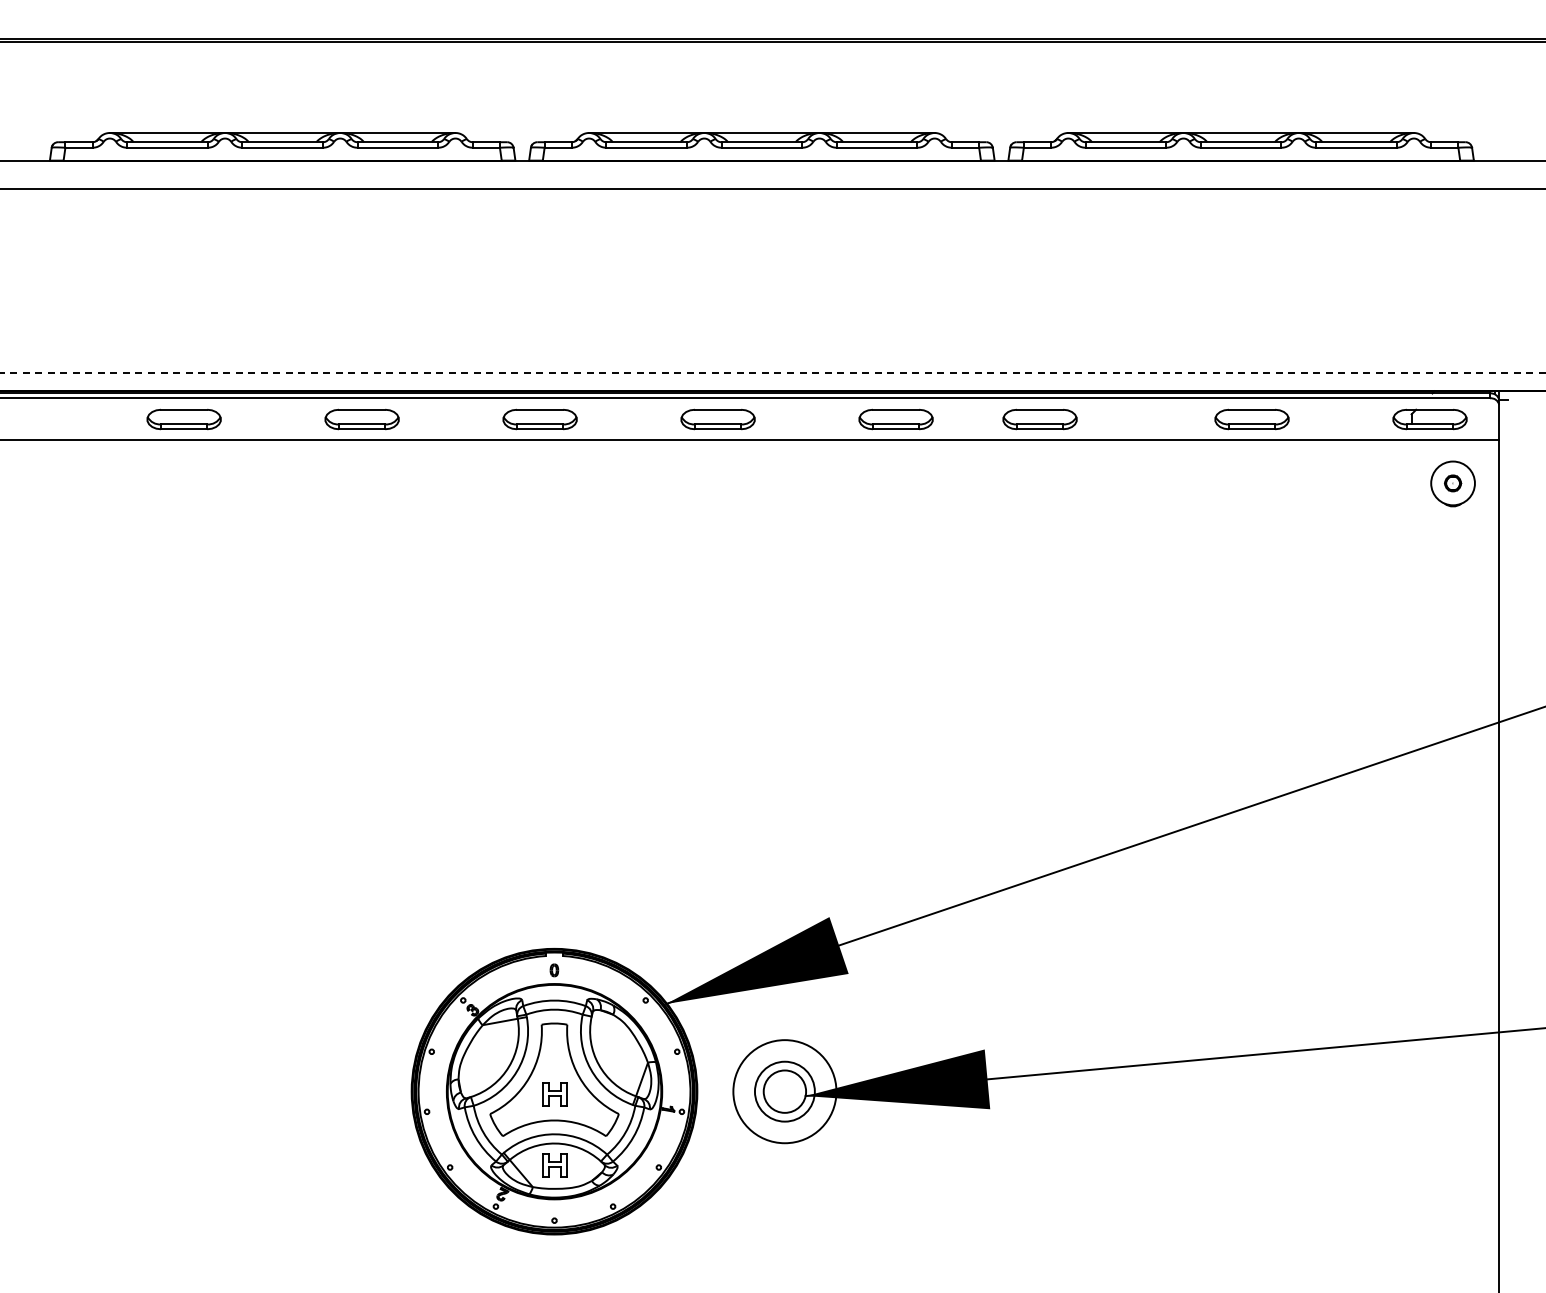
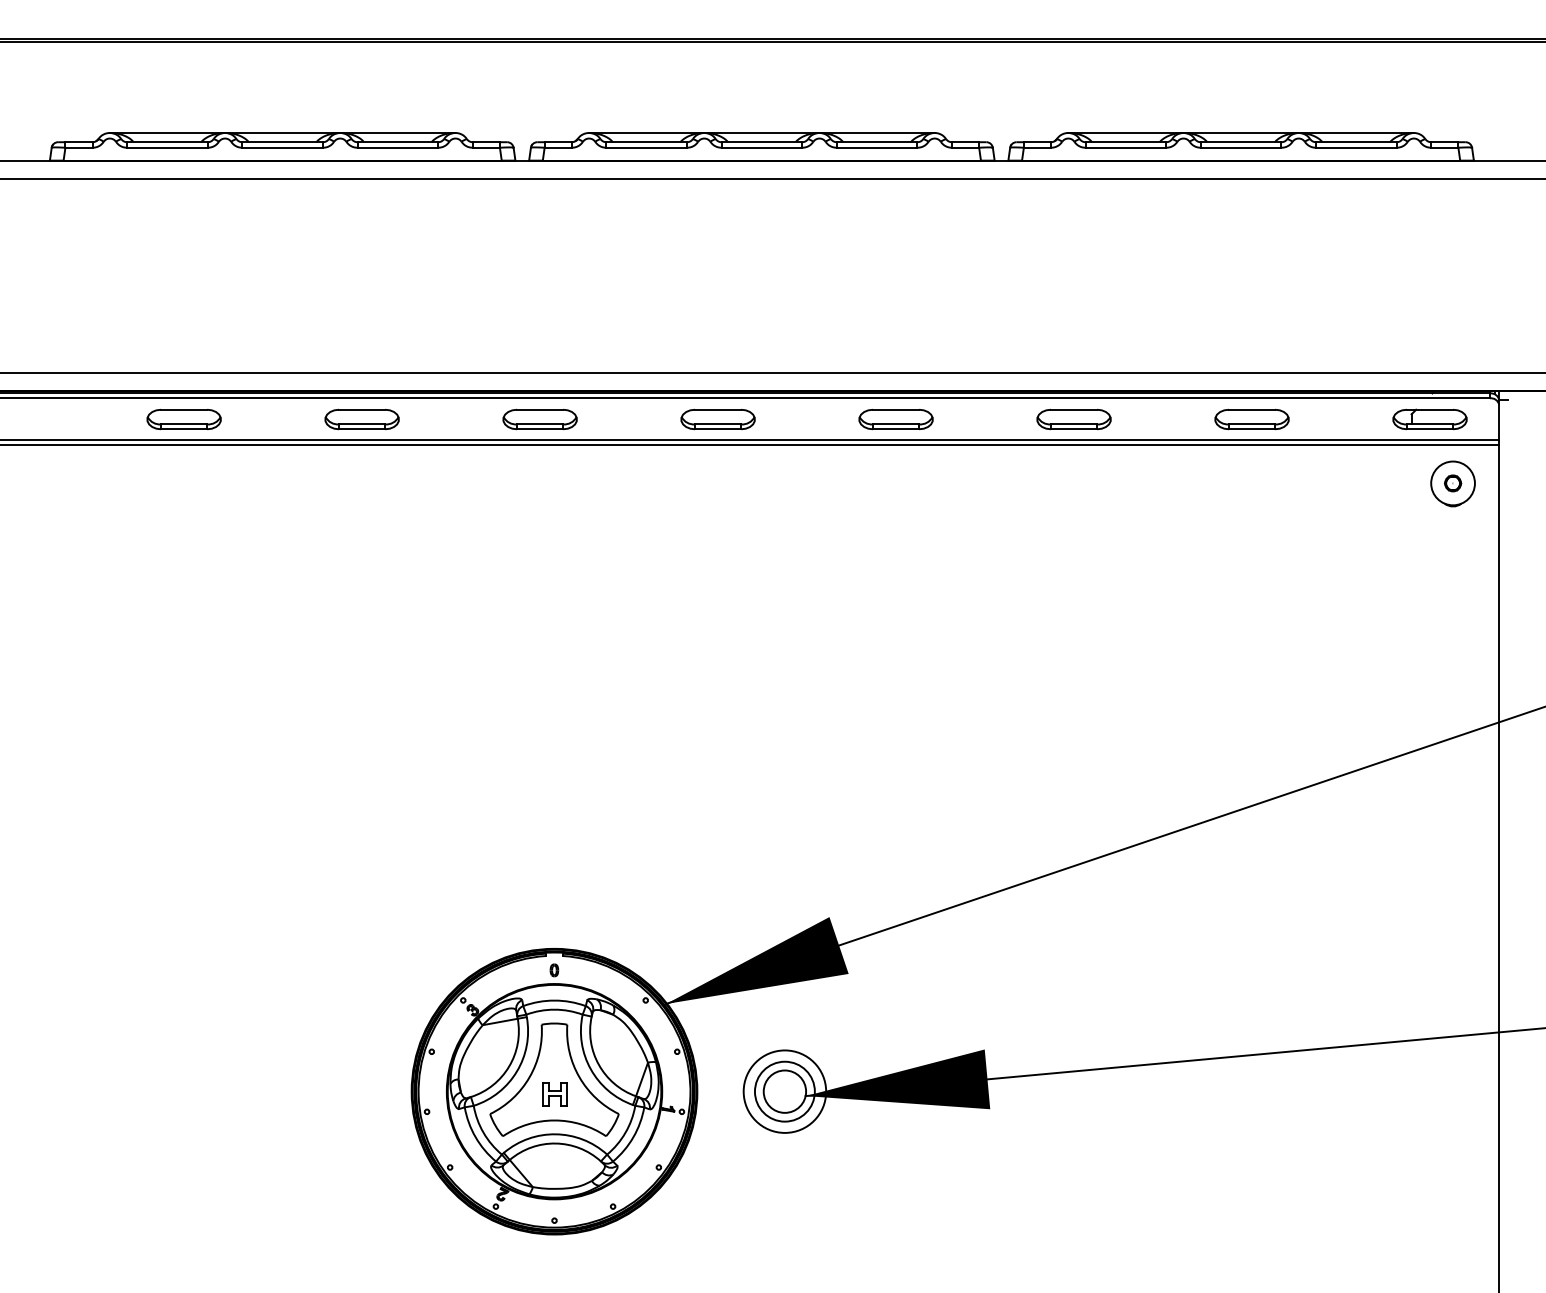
line at (772, 189) position: (772, 189) -> (772, 179)
line at (772, 372): dashed -> solid
part at (1039, 419) position: (1039, 419) -> (1073, 419)
line at (750, 445): none -> present
circle at (784, 1091) diameter: 103 px -> 82 px
part at (554, 1165): present -> none
